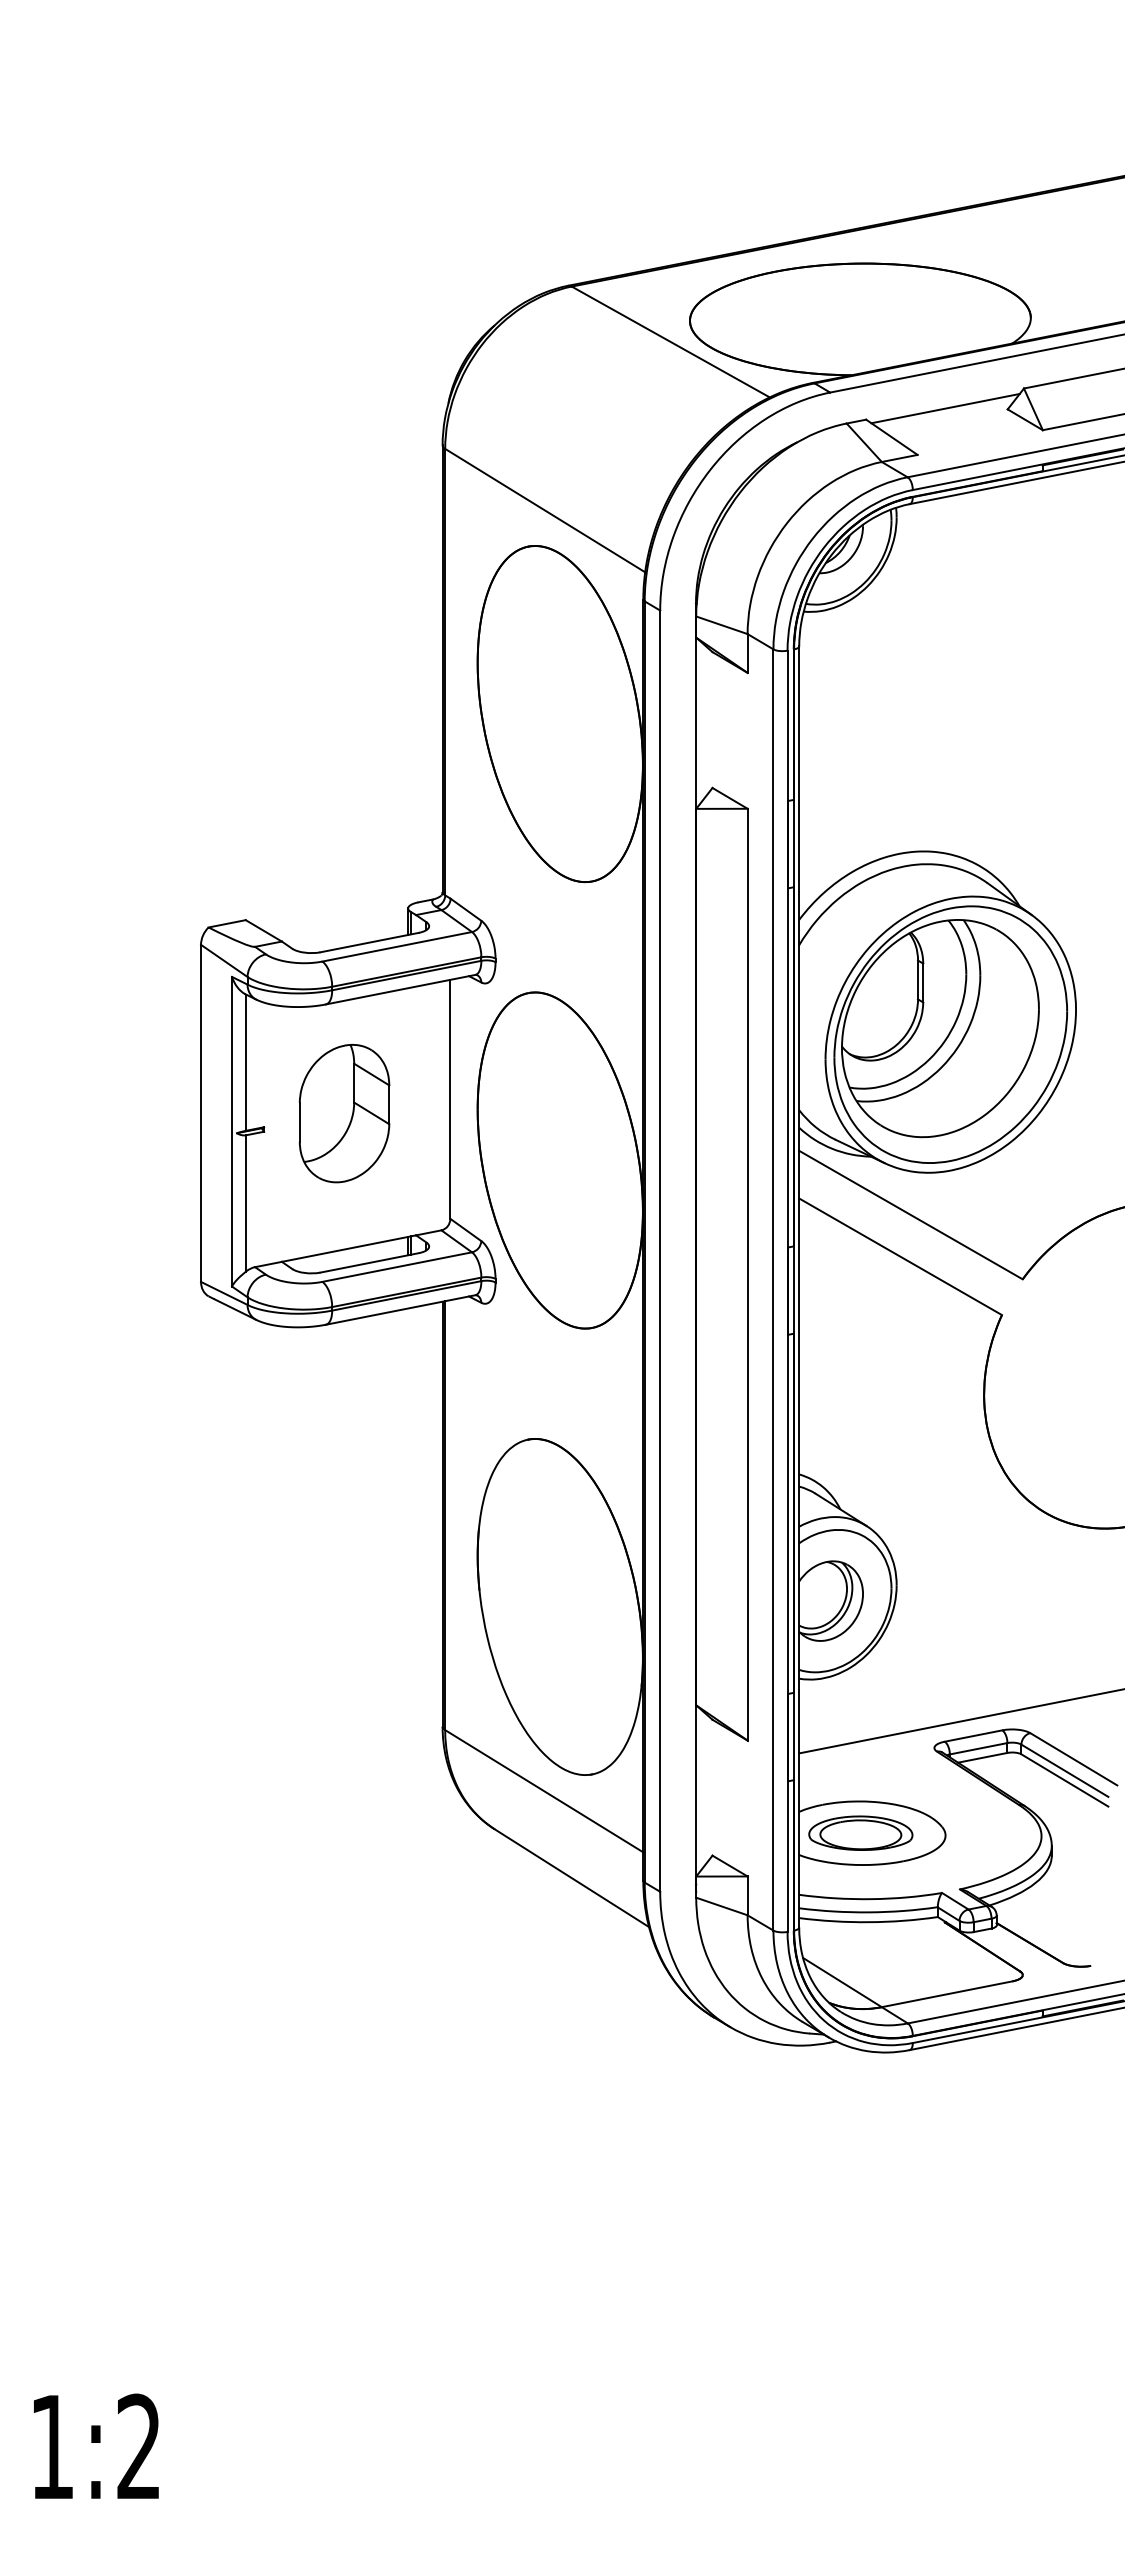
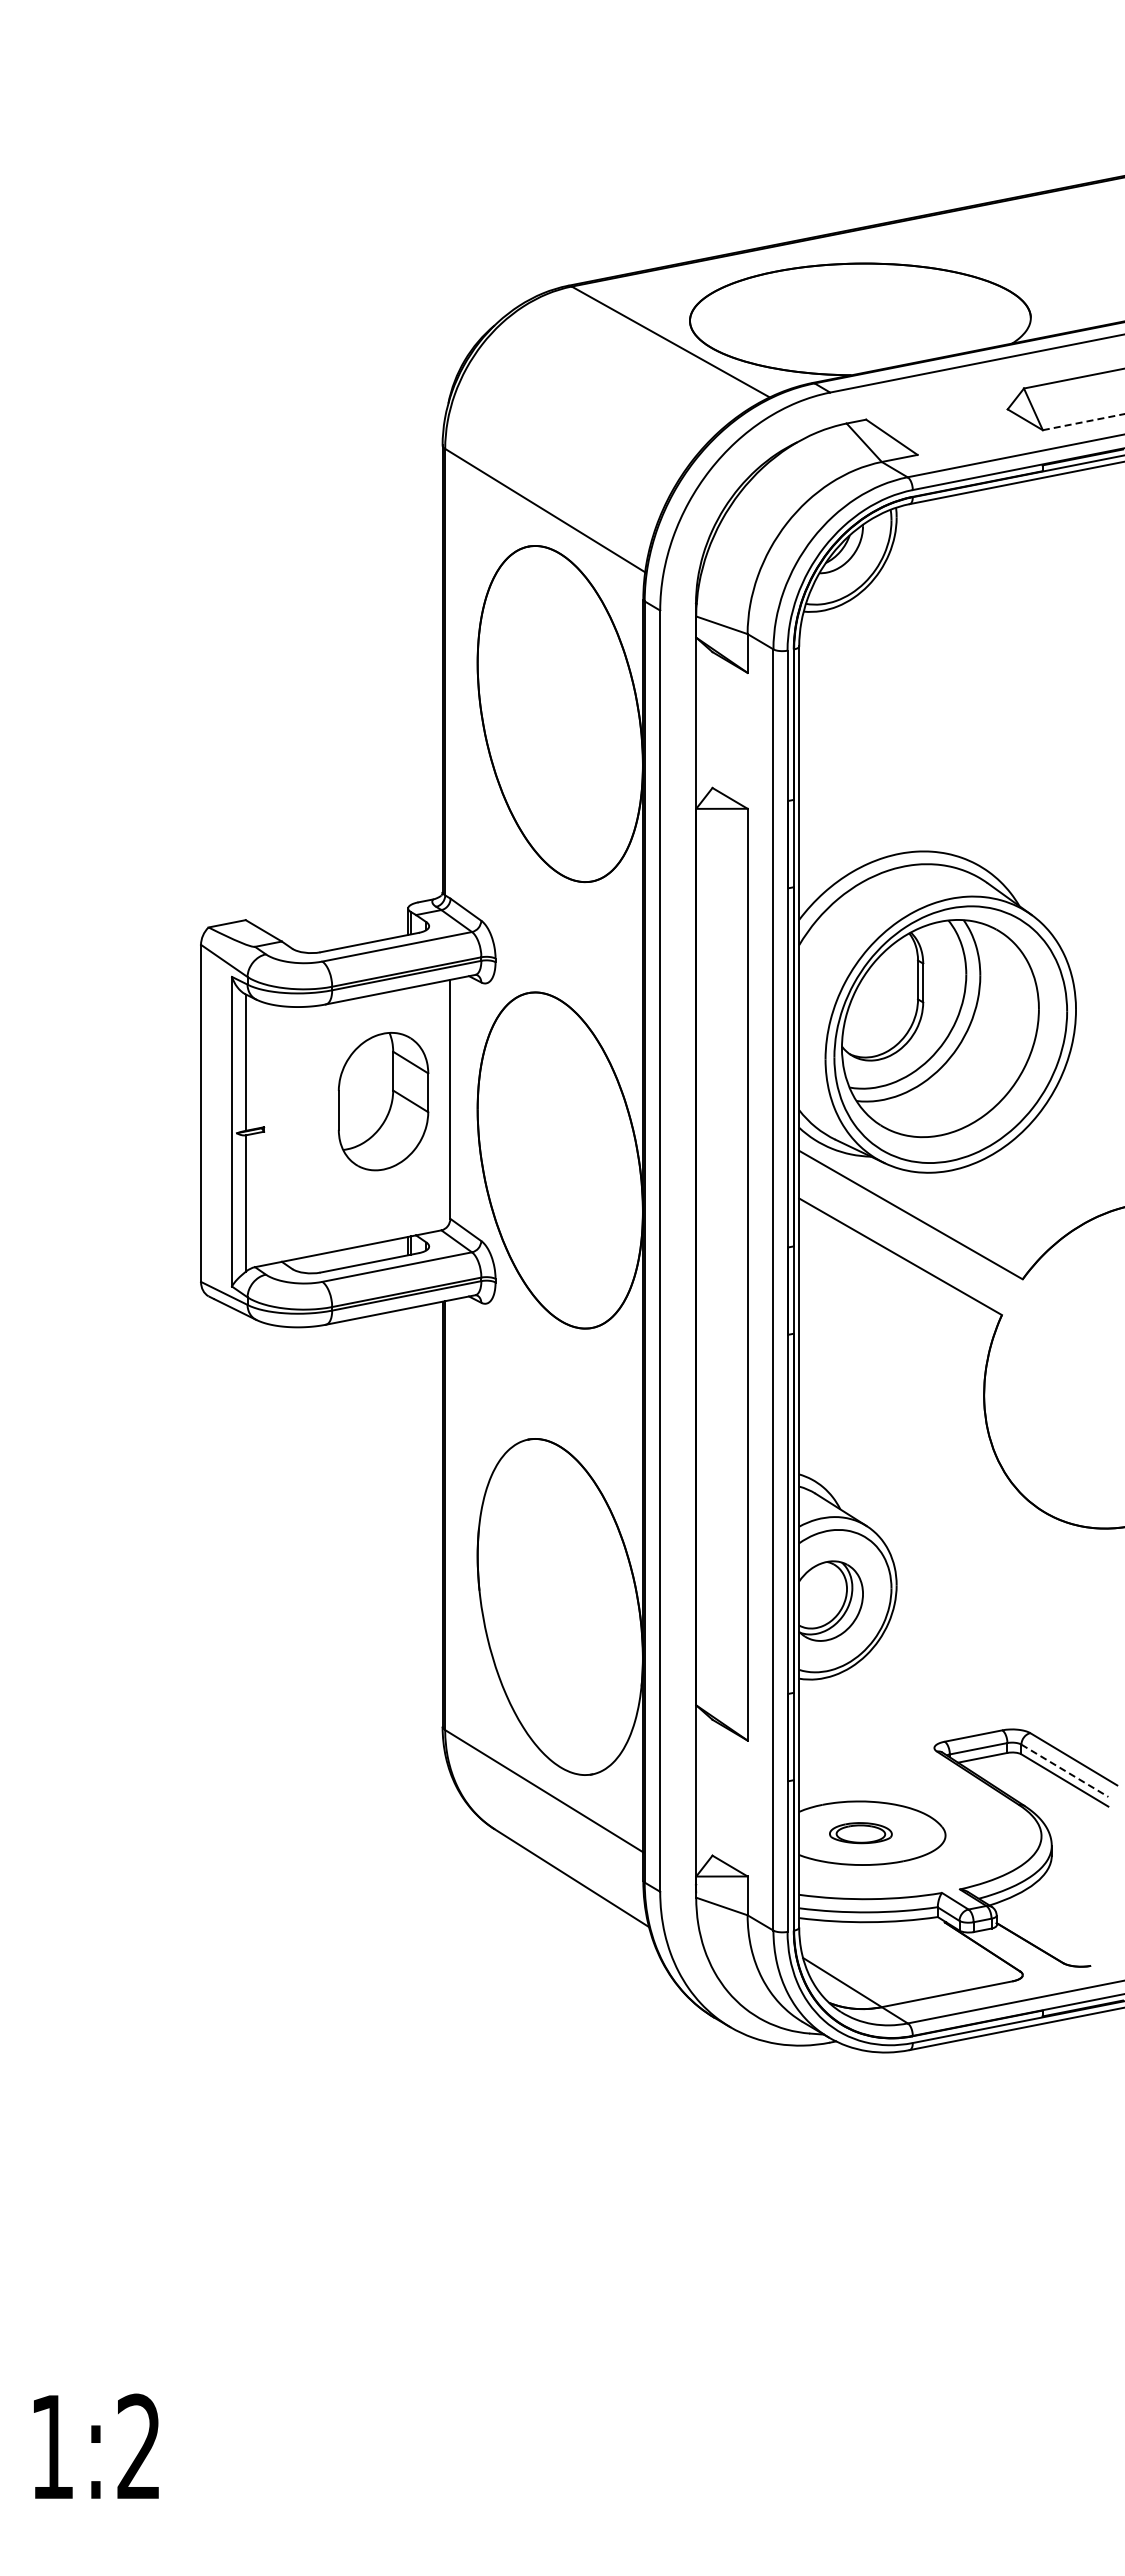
line at (945, 408): present -> none
line at (1084, 422): solid -> dashed
part at (344, 1113) position: (344, 1113) -> (383, 1101)
line at (960, 1721): present -> none
line at (1064, 1770): solid -> dashed
part at (860, 1832) size: 106x36 px -> 64x23 px
